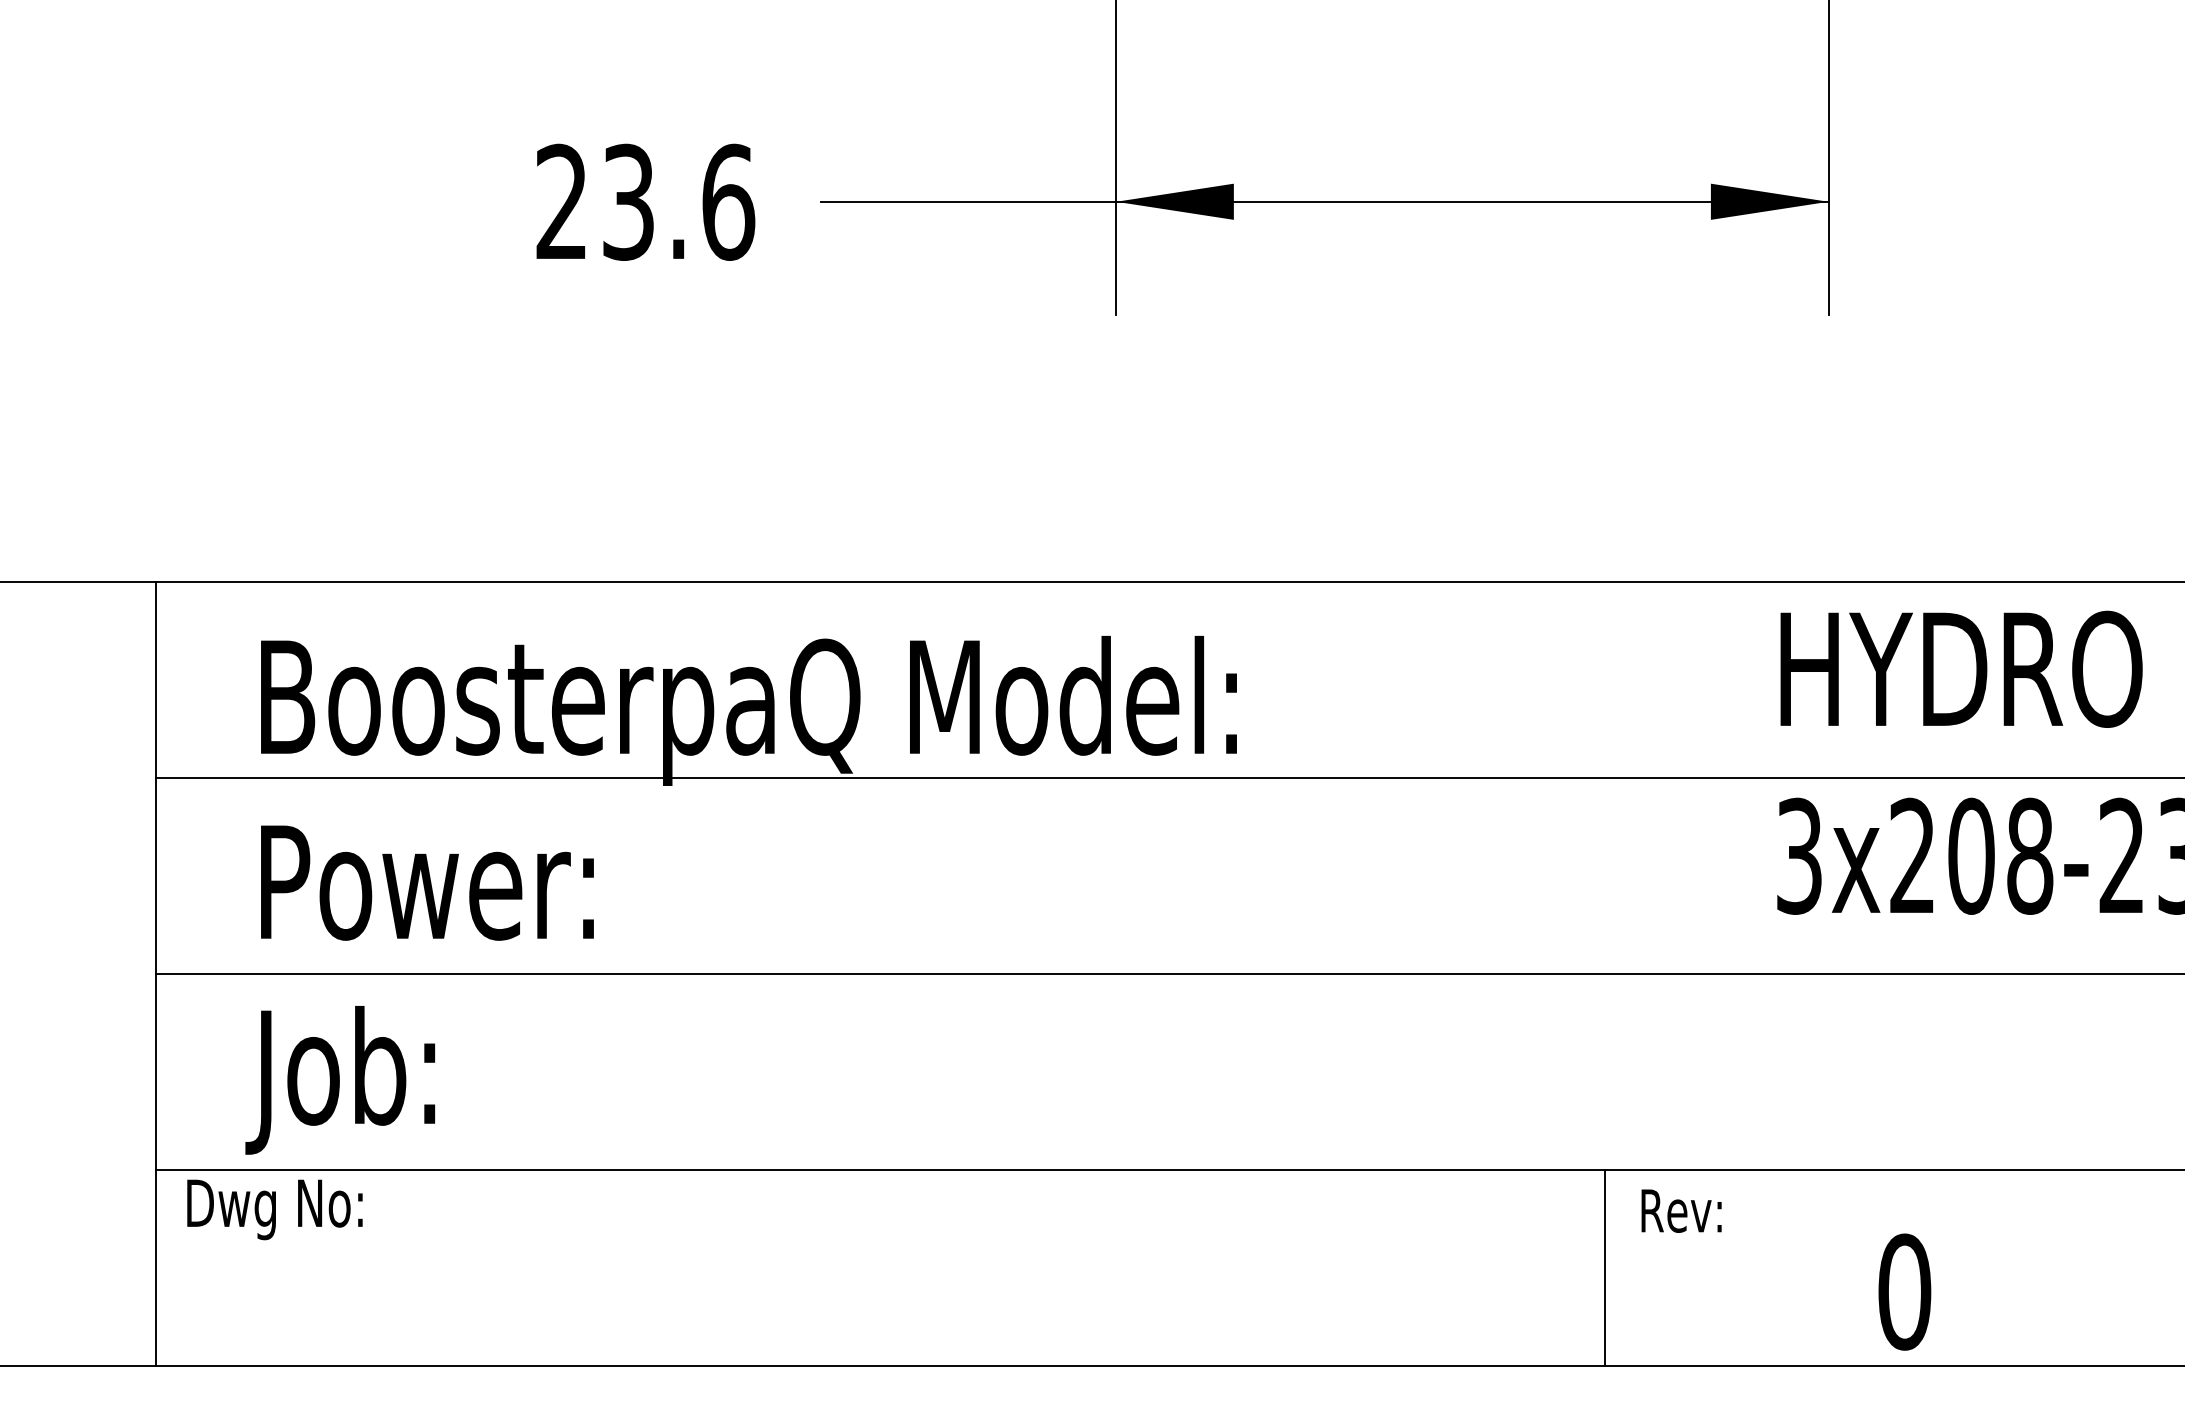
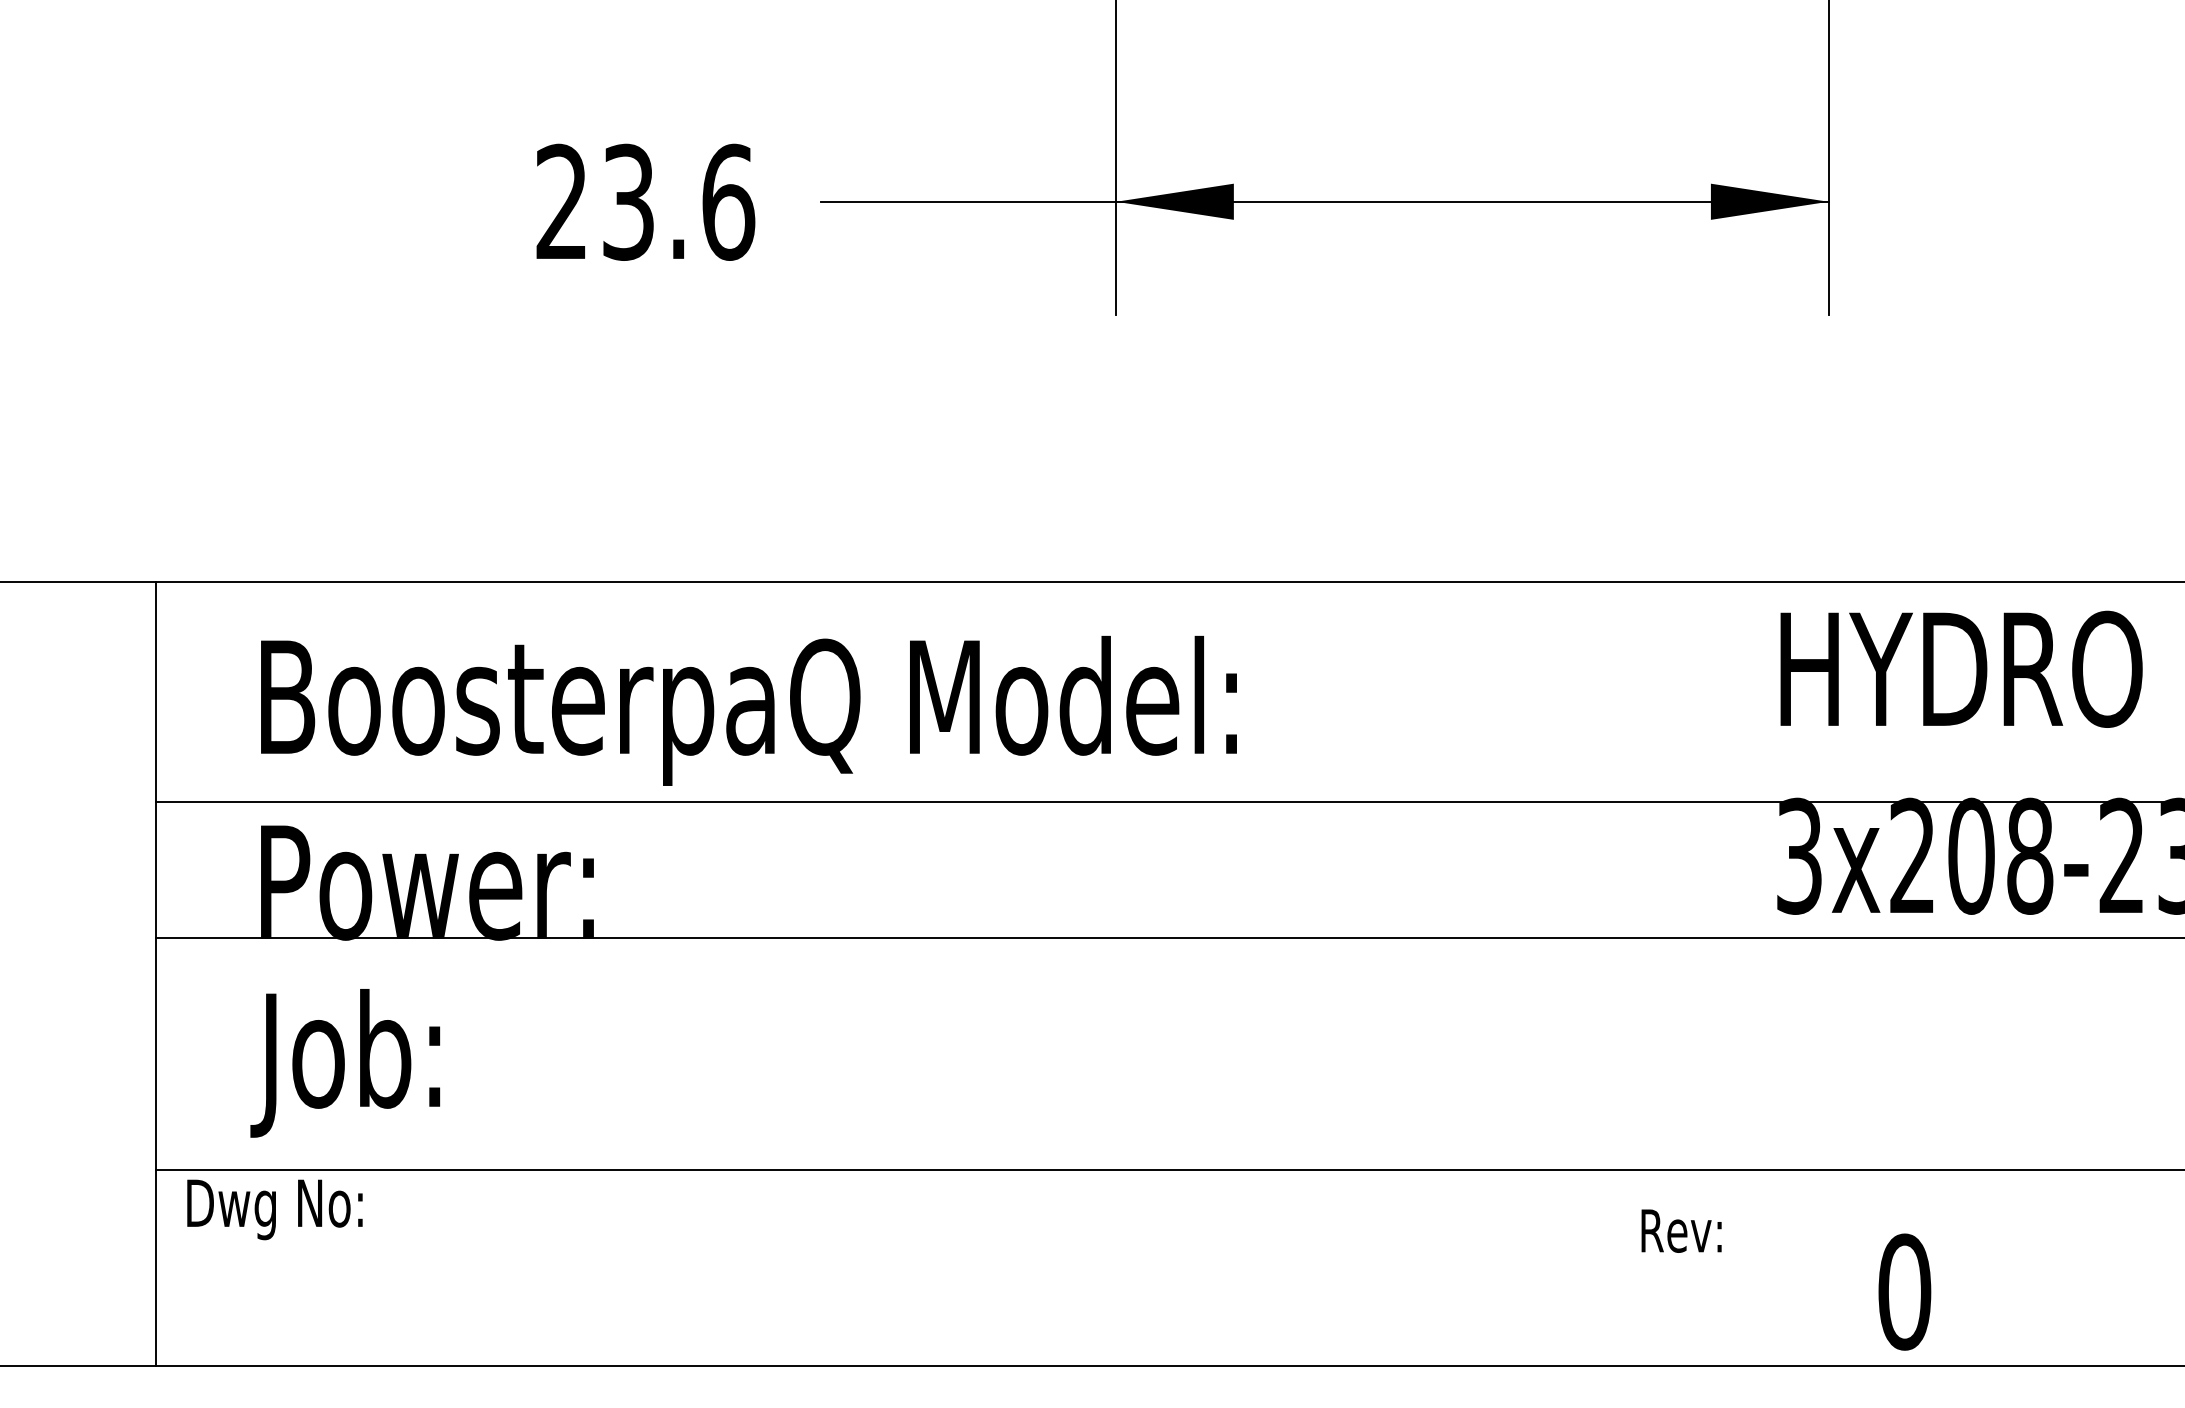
line at (1168, 777) position: (1168, 777) -> (1168, 801)
line at (1168, 973) position: (1168, 973) -> (1168, 937)
text at (340, 1080) position: (340, 1080) -> (345, 1063)
text at (1681, 1210) position: (1681, 1210) -> (1681, 1230)
line at (1605, 1267): present -> none
